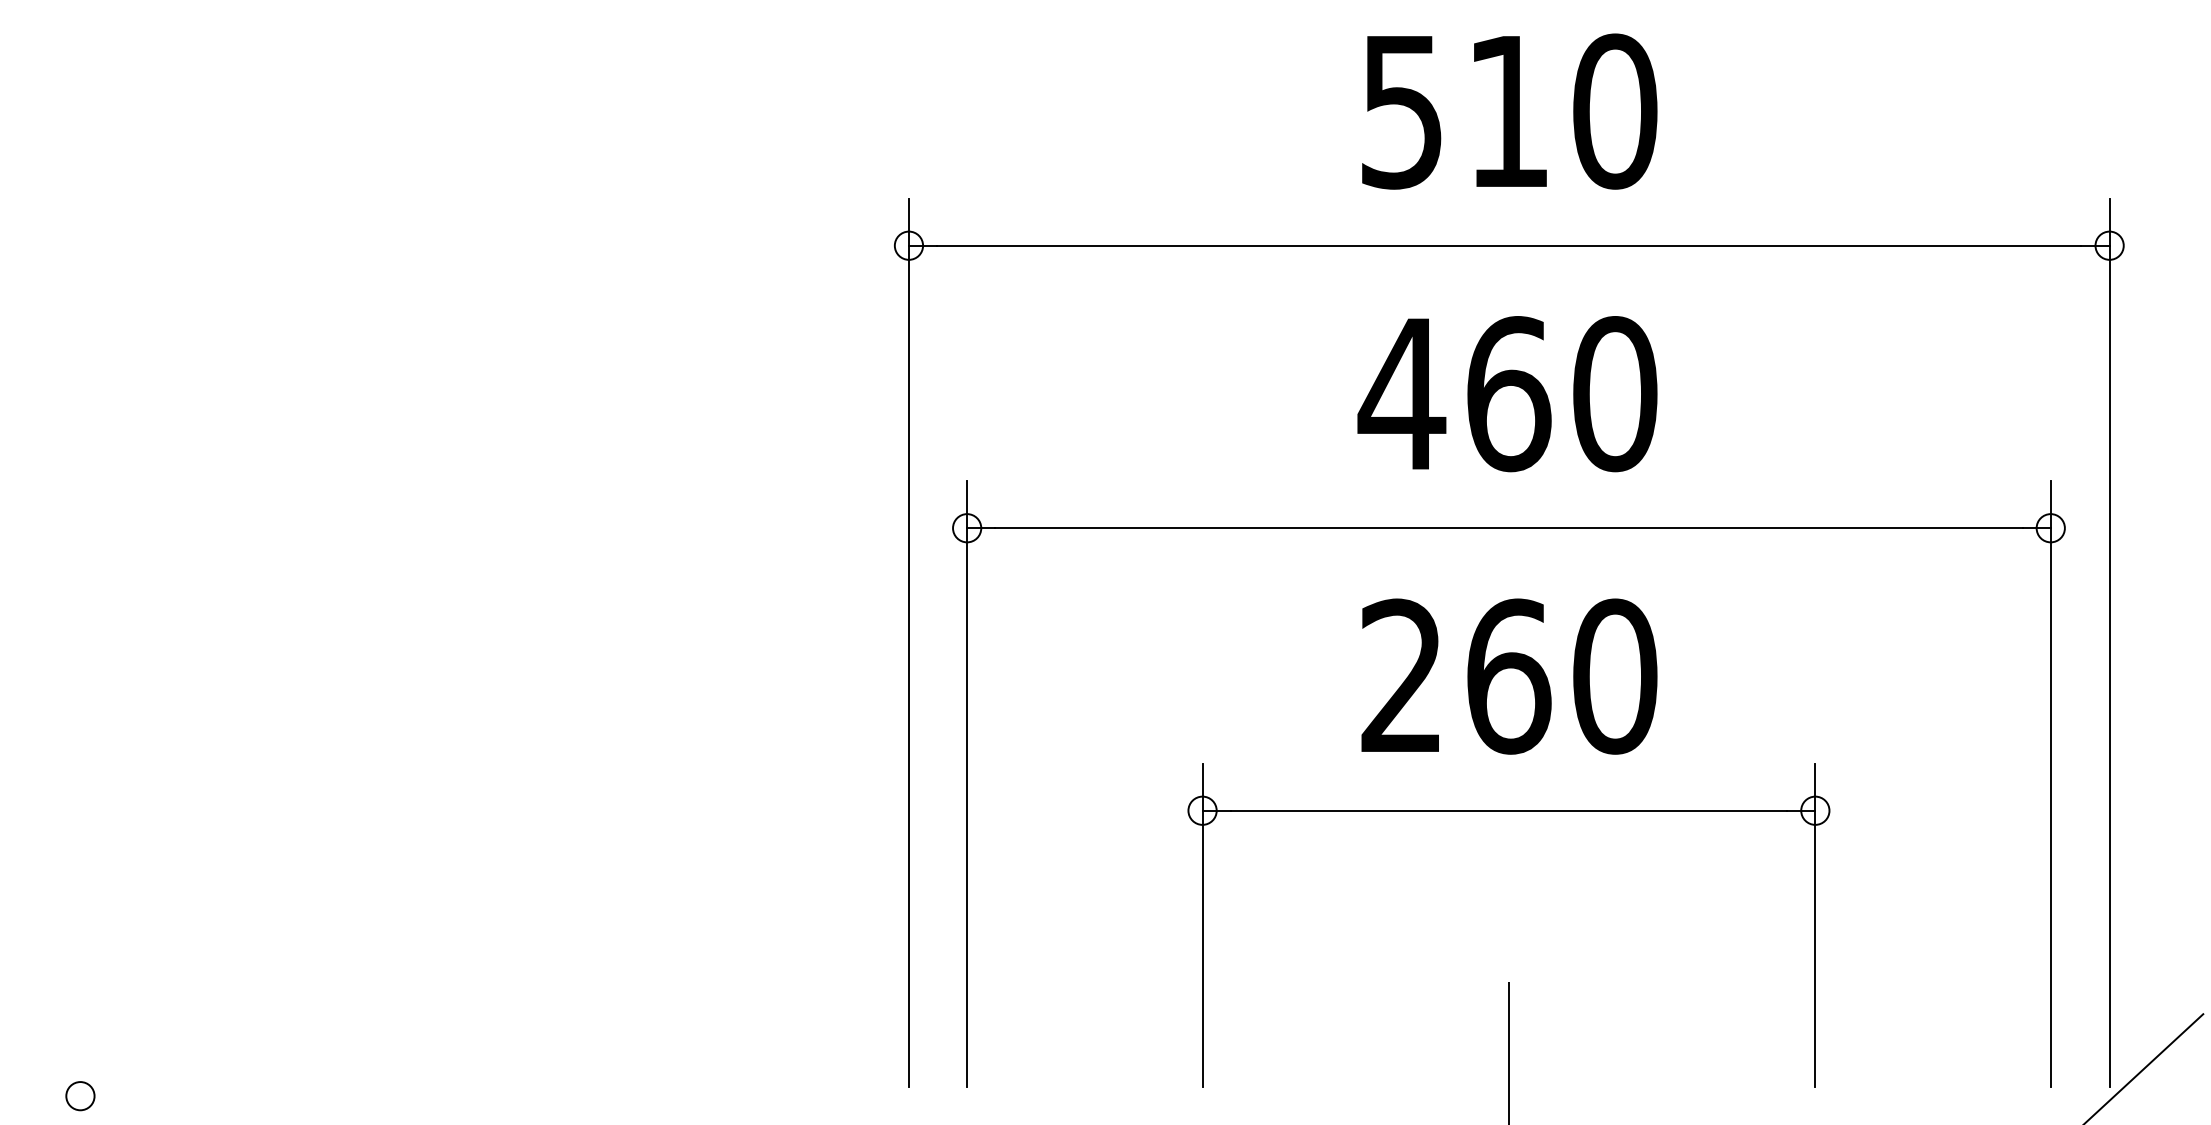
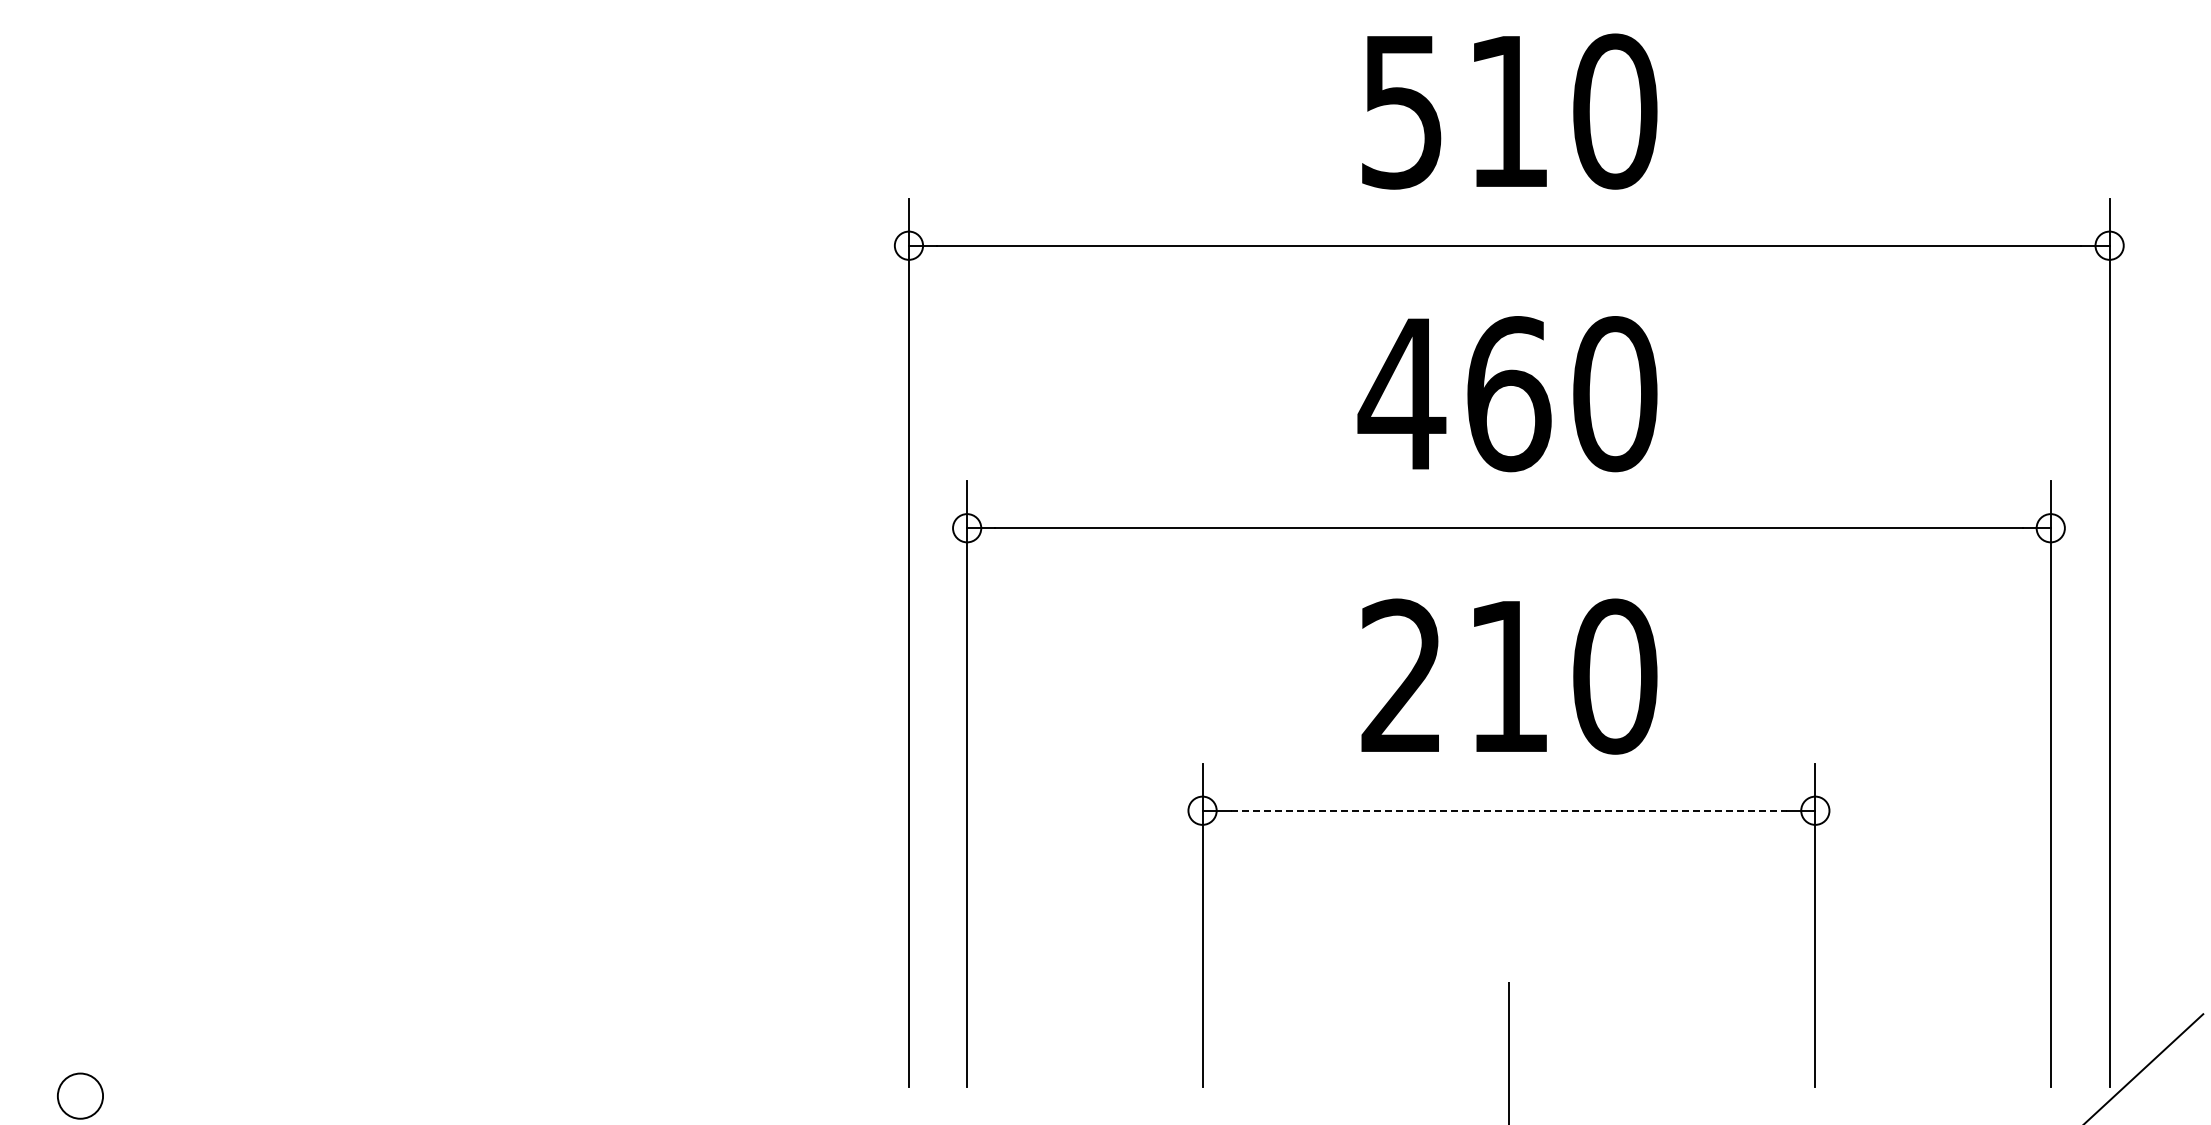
text at (1509, 676): 260 -> 210
line at (1509, 810): solid -> dashed
circle at (80, 1096) diameter: 28 px -> 45 px
